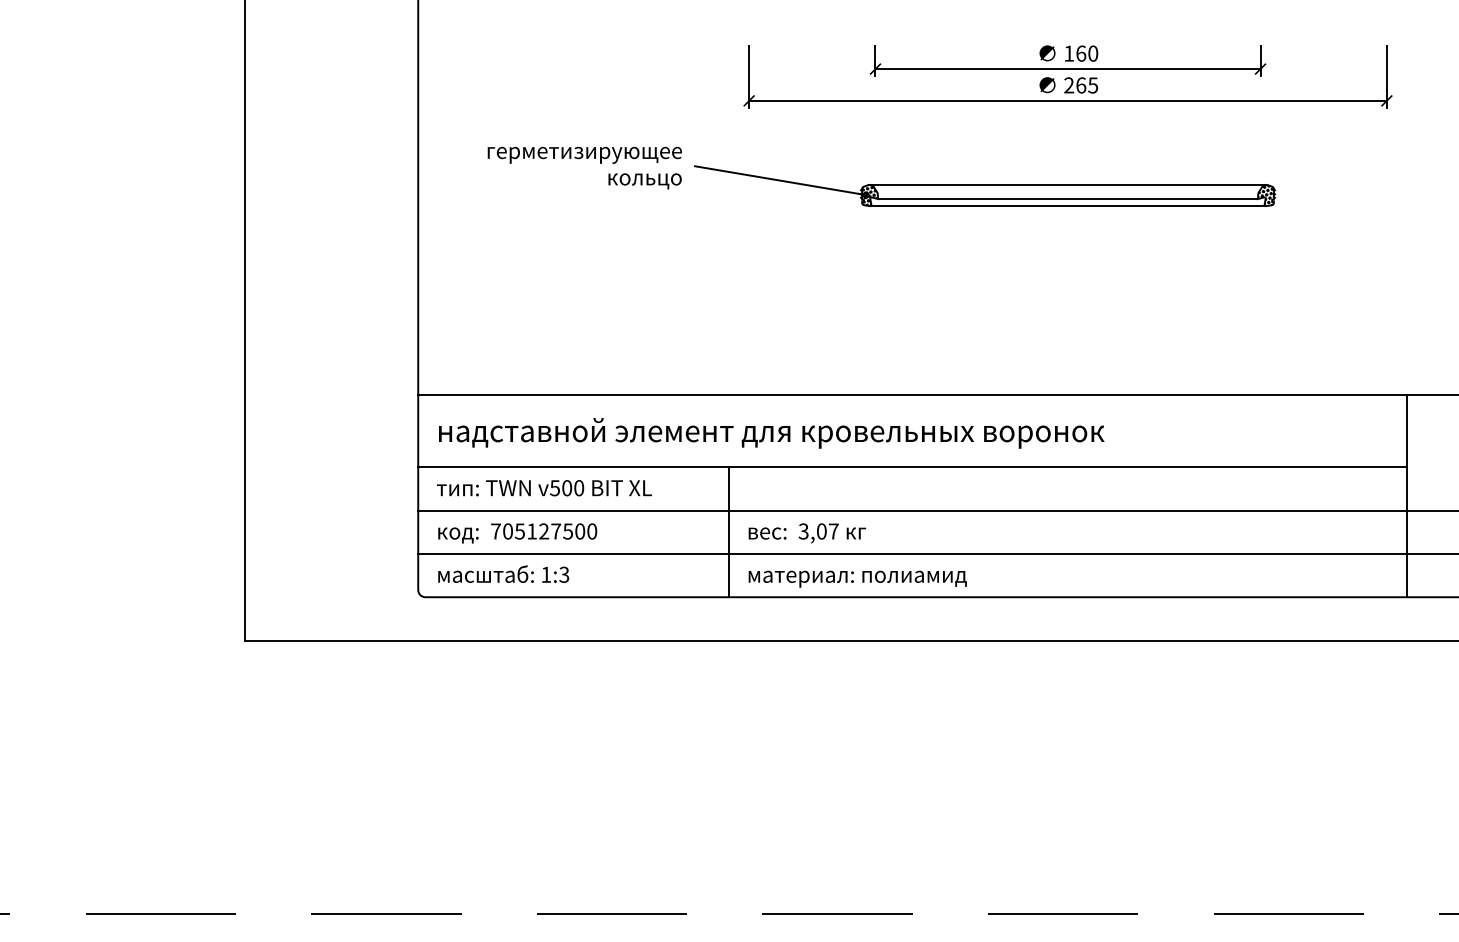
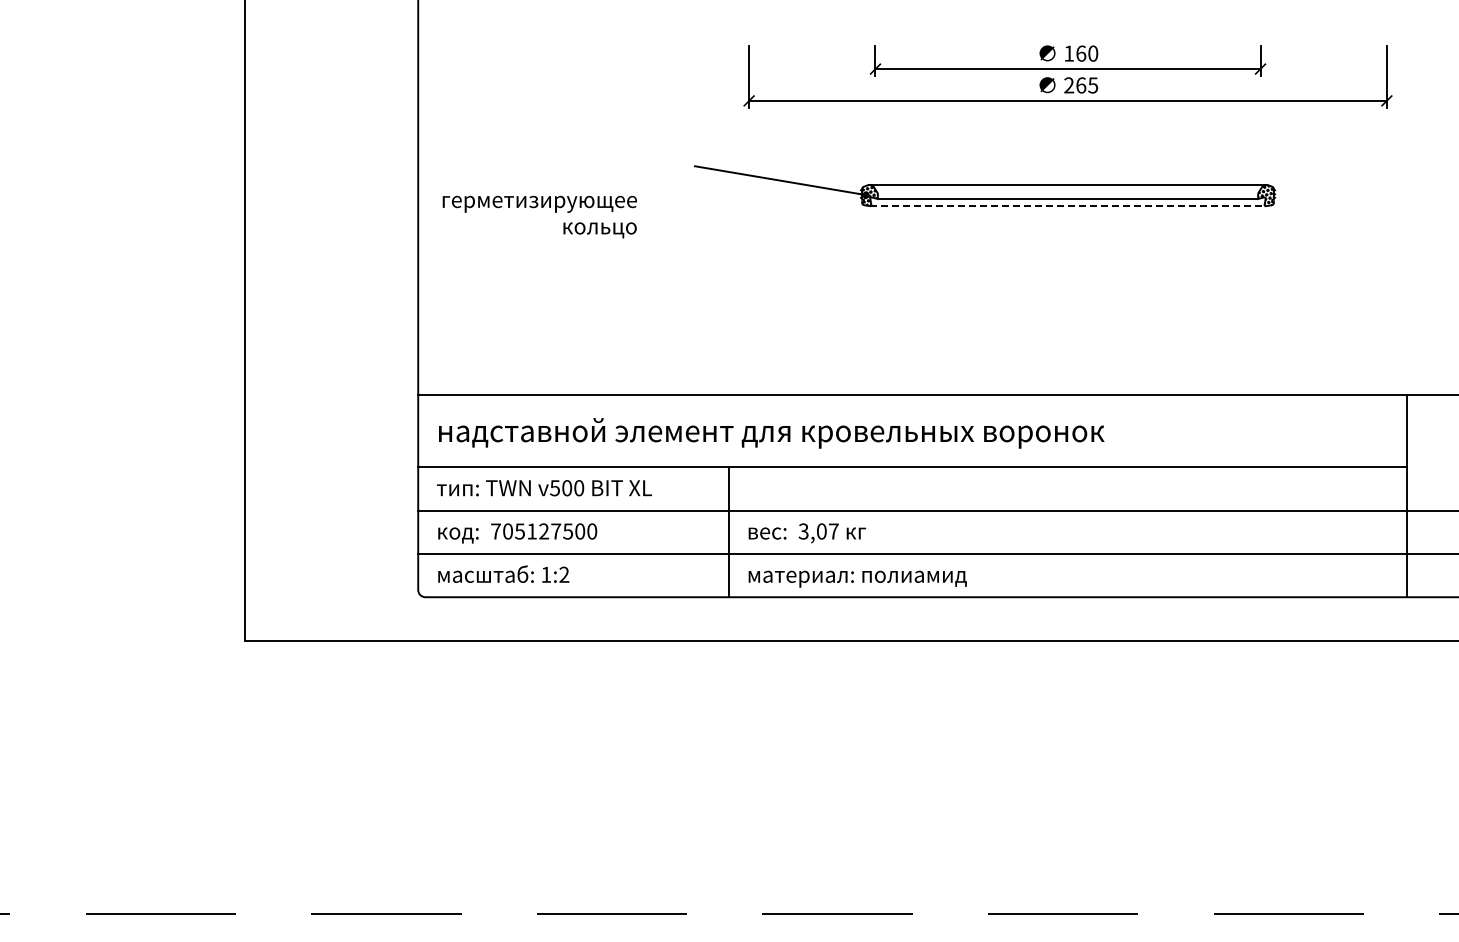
text at (584, 167) position: (584, 167) -> (539, 216)
line at (1068, 206): solid -> dashed
text at (564, 574): 1:3 -> 1:2
